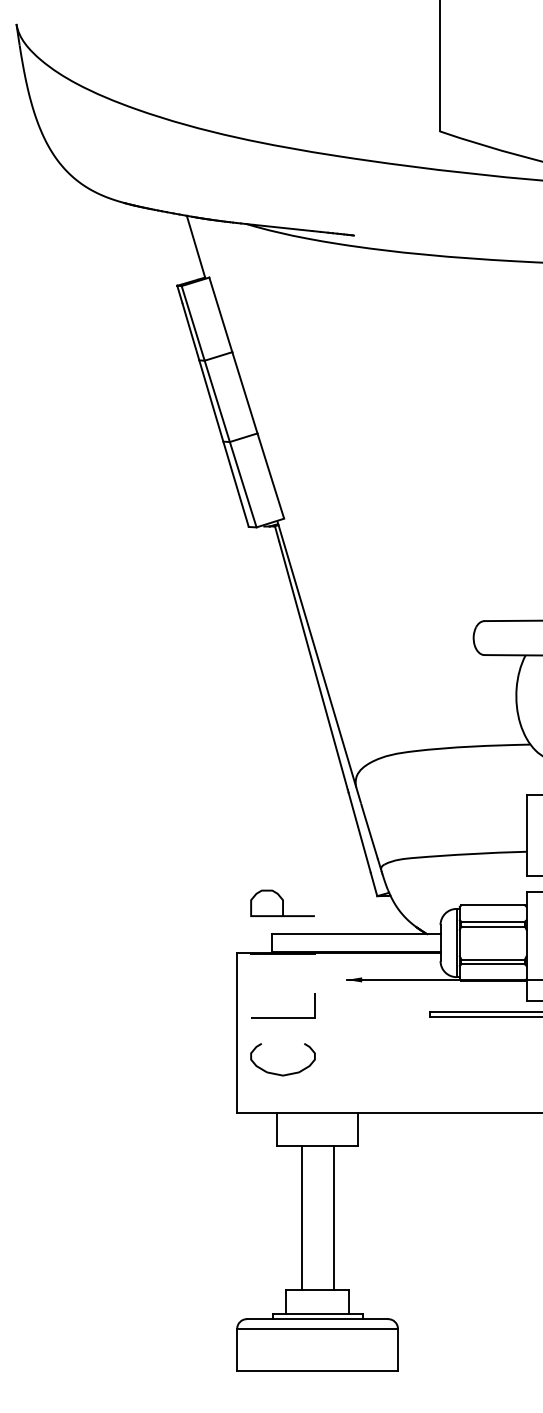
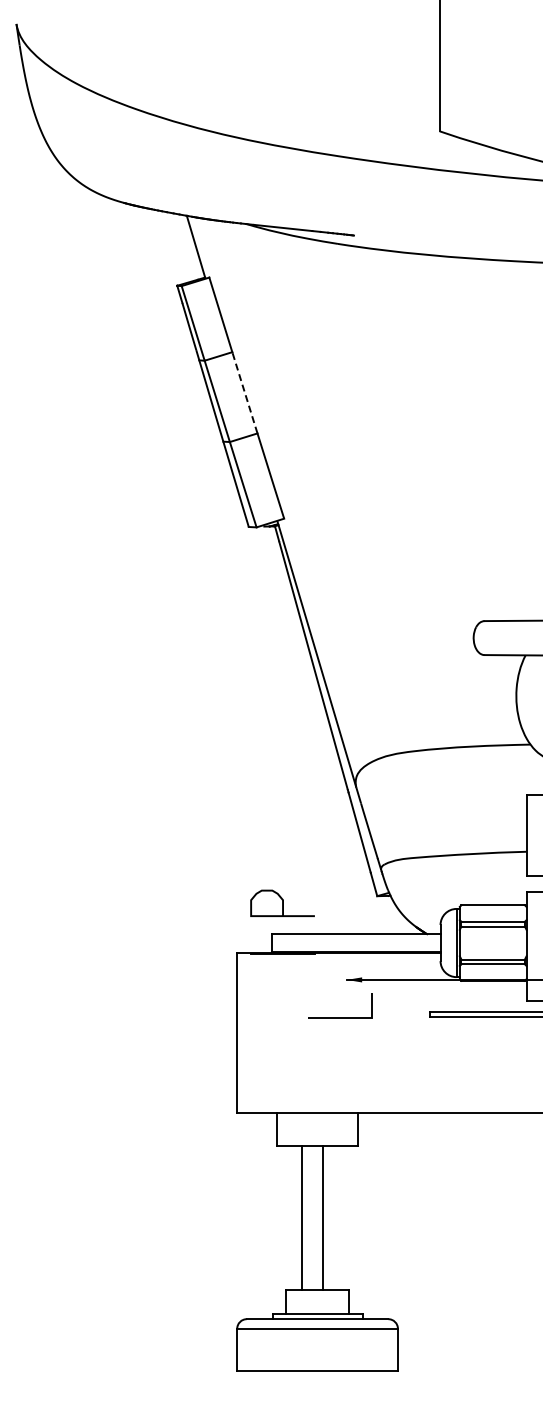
line at (244, 392): solid -> dashed
line at (283, 1017) position: (283, 1017) -> (340, 1017)
part at (278, 1073): present -> none
line at (333, 1217) position: (333, 1217) -> (322, 1217)
